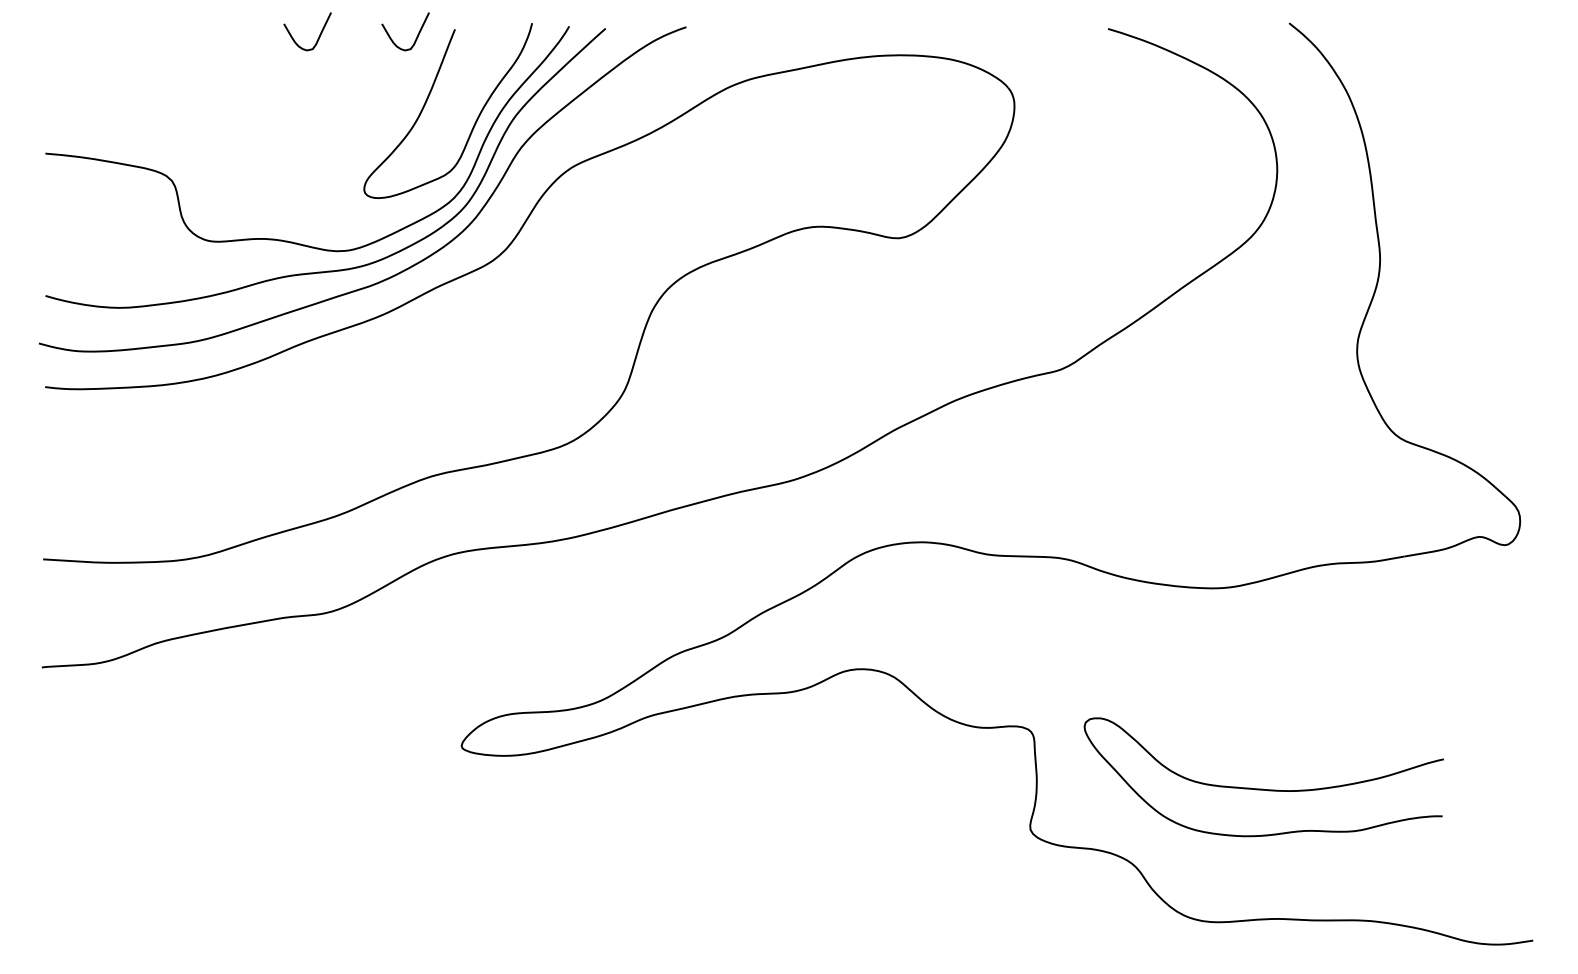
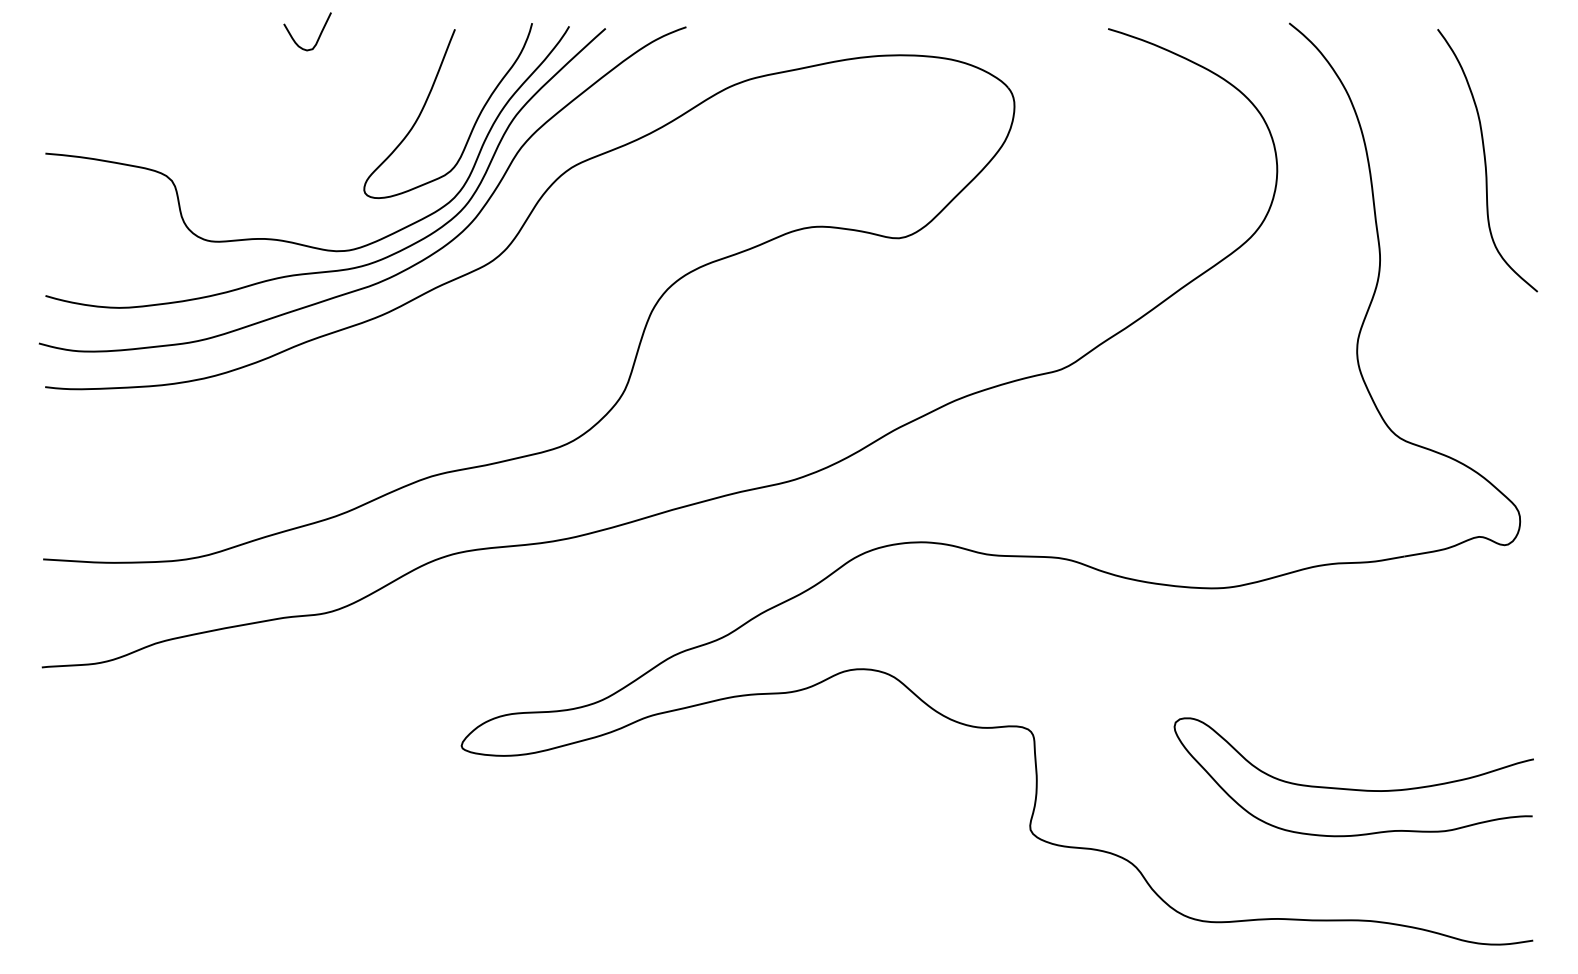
curve at (416, 36): present -> none
curve at (1486, 161): none -> present
curve at (1263, 788) position: (1263, 788) -> (1353, 788)
